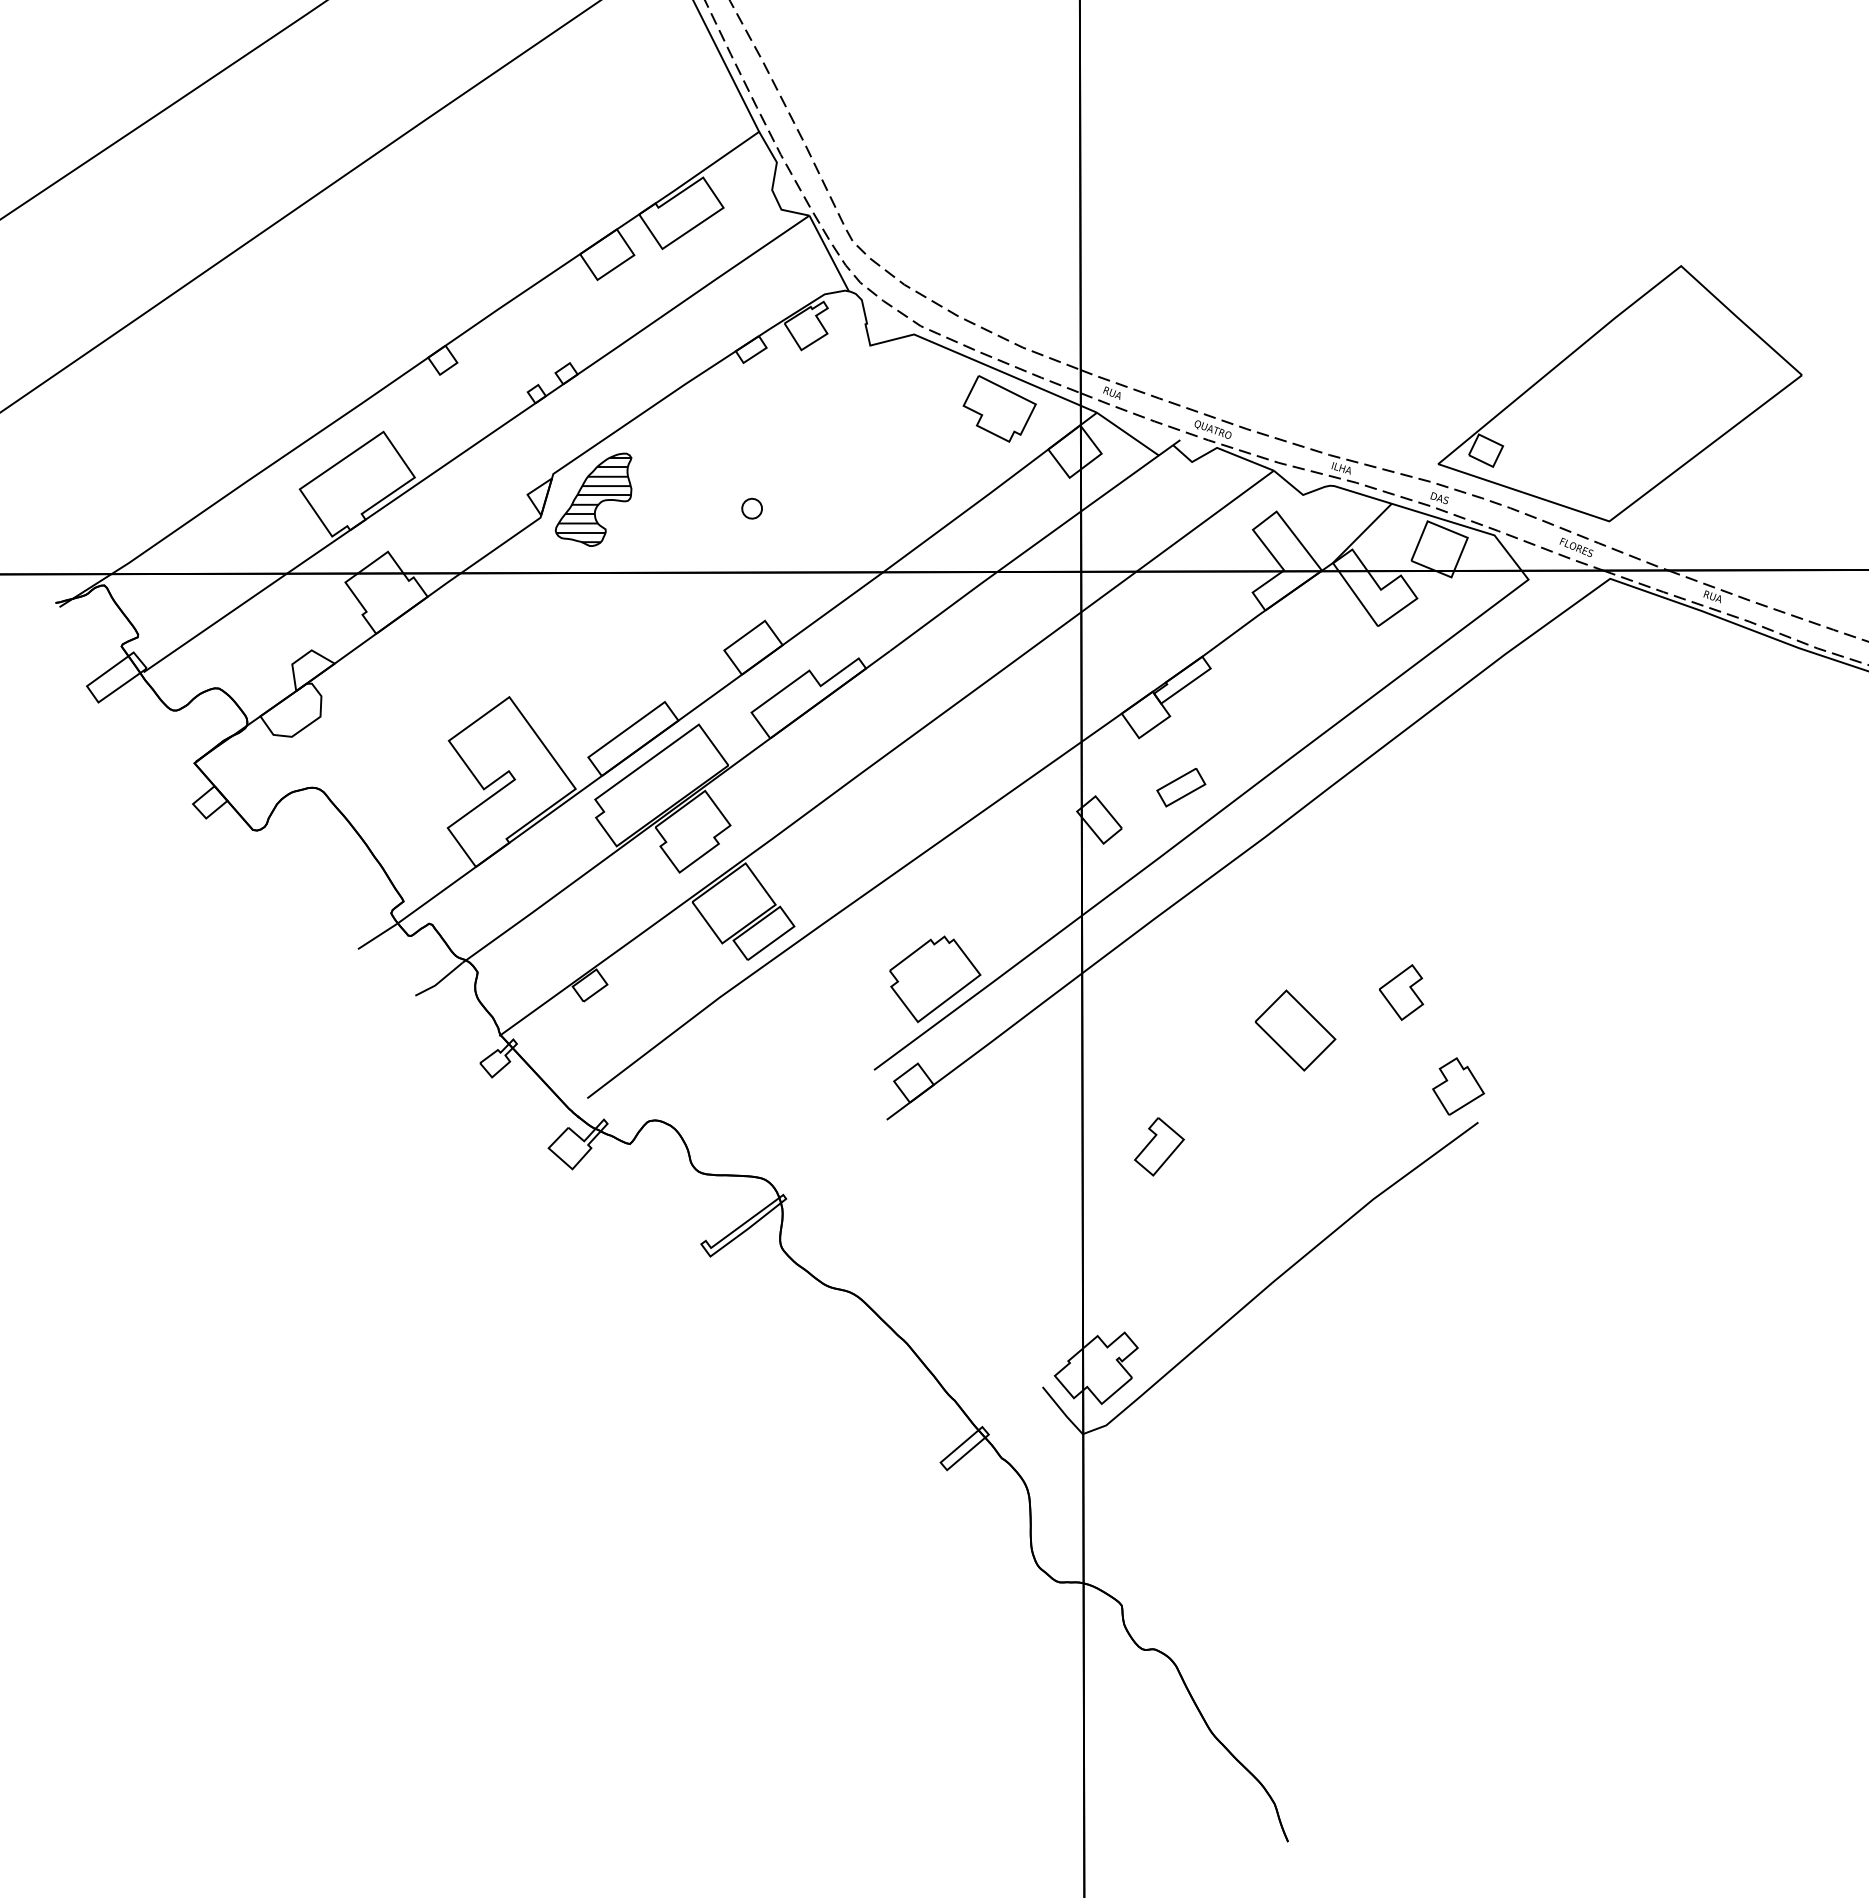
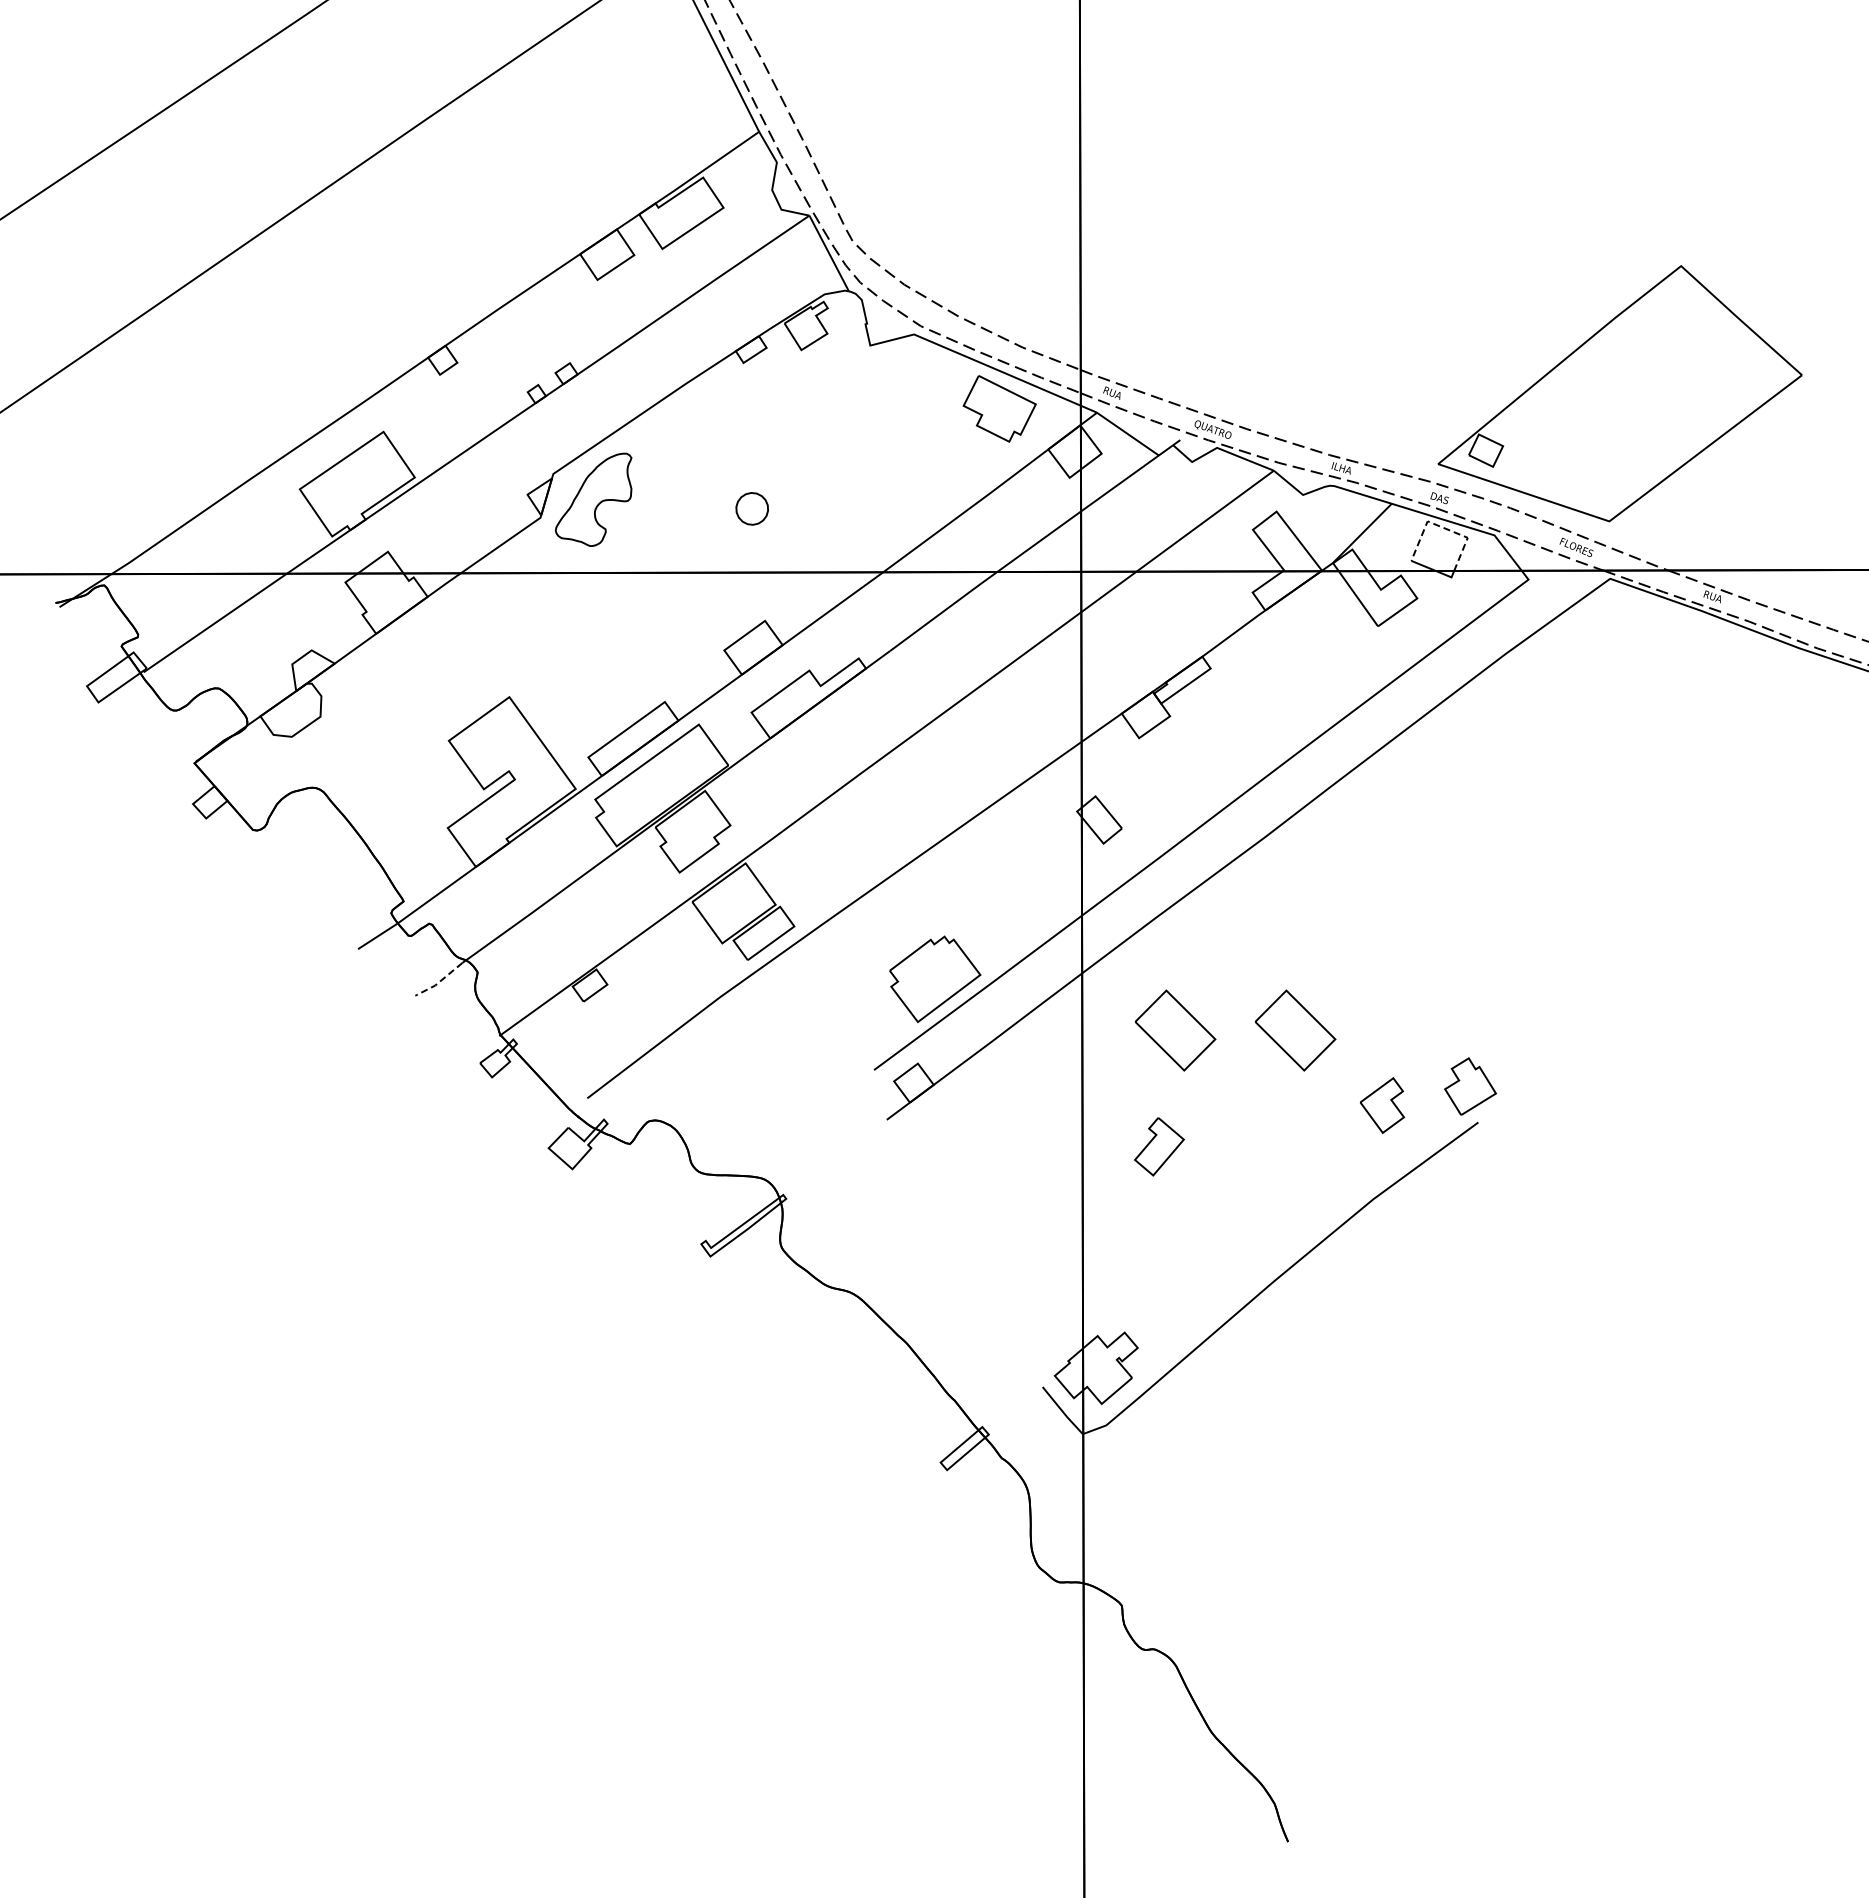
hatch at (593, 500): present -> none
part at (751, 508) size: 22x23 px -> 34x34 px
line at (1444, 528): solid -> dashed
part at (1181, 787): present -> none
line at (439, 981): solid -> dashed
part at (1401, 992) position: (1401, 992) -> (1382, 1105)
part at (1175, 1030): none -> present
part at (1458, 1086) position: (1458, 1086) -> (1470, 1086)
